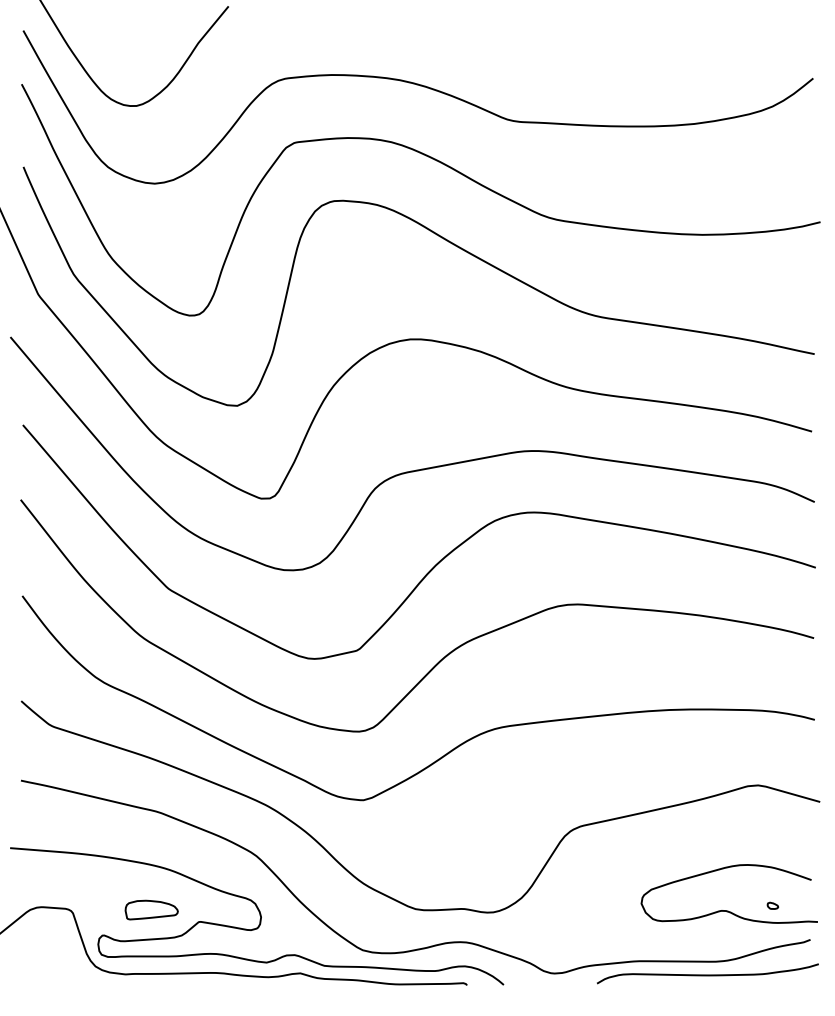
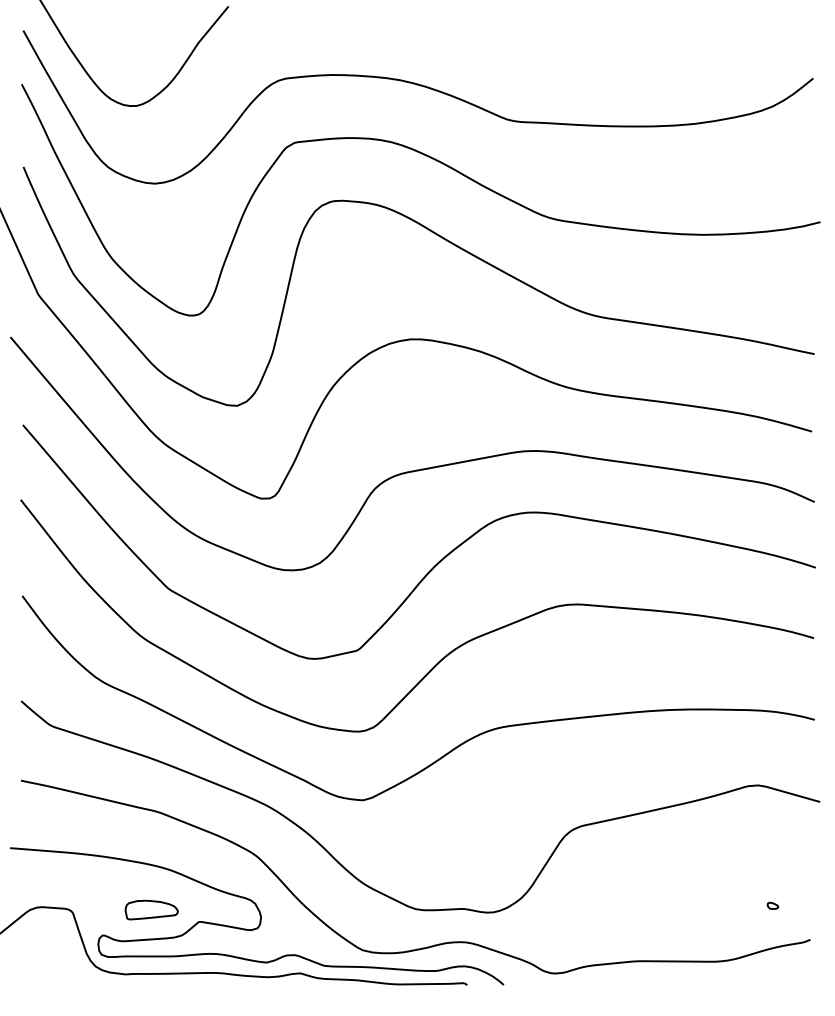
curve at (728, 910): present -> none
curve at (707, 974): present -> none
